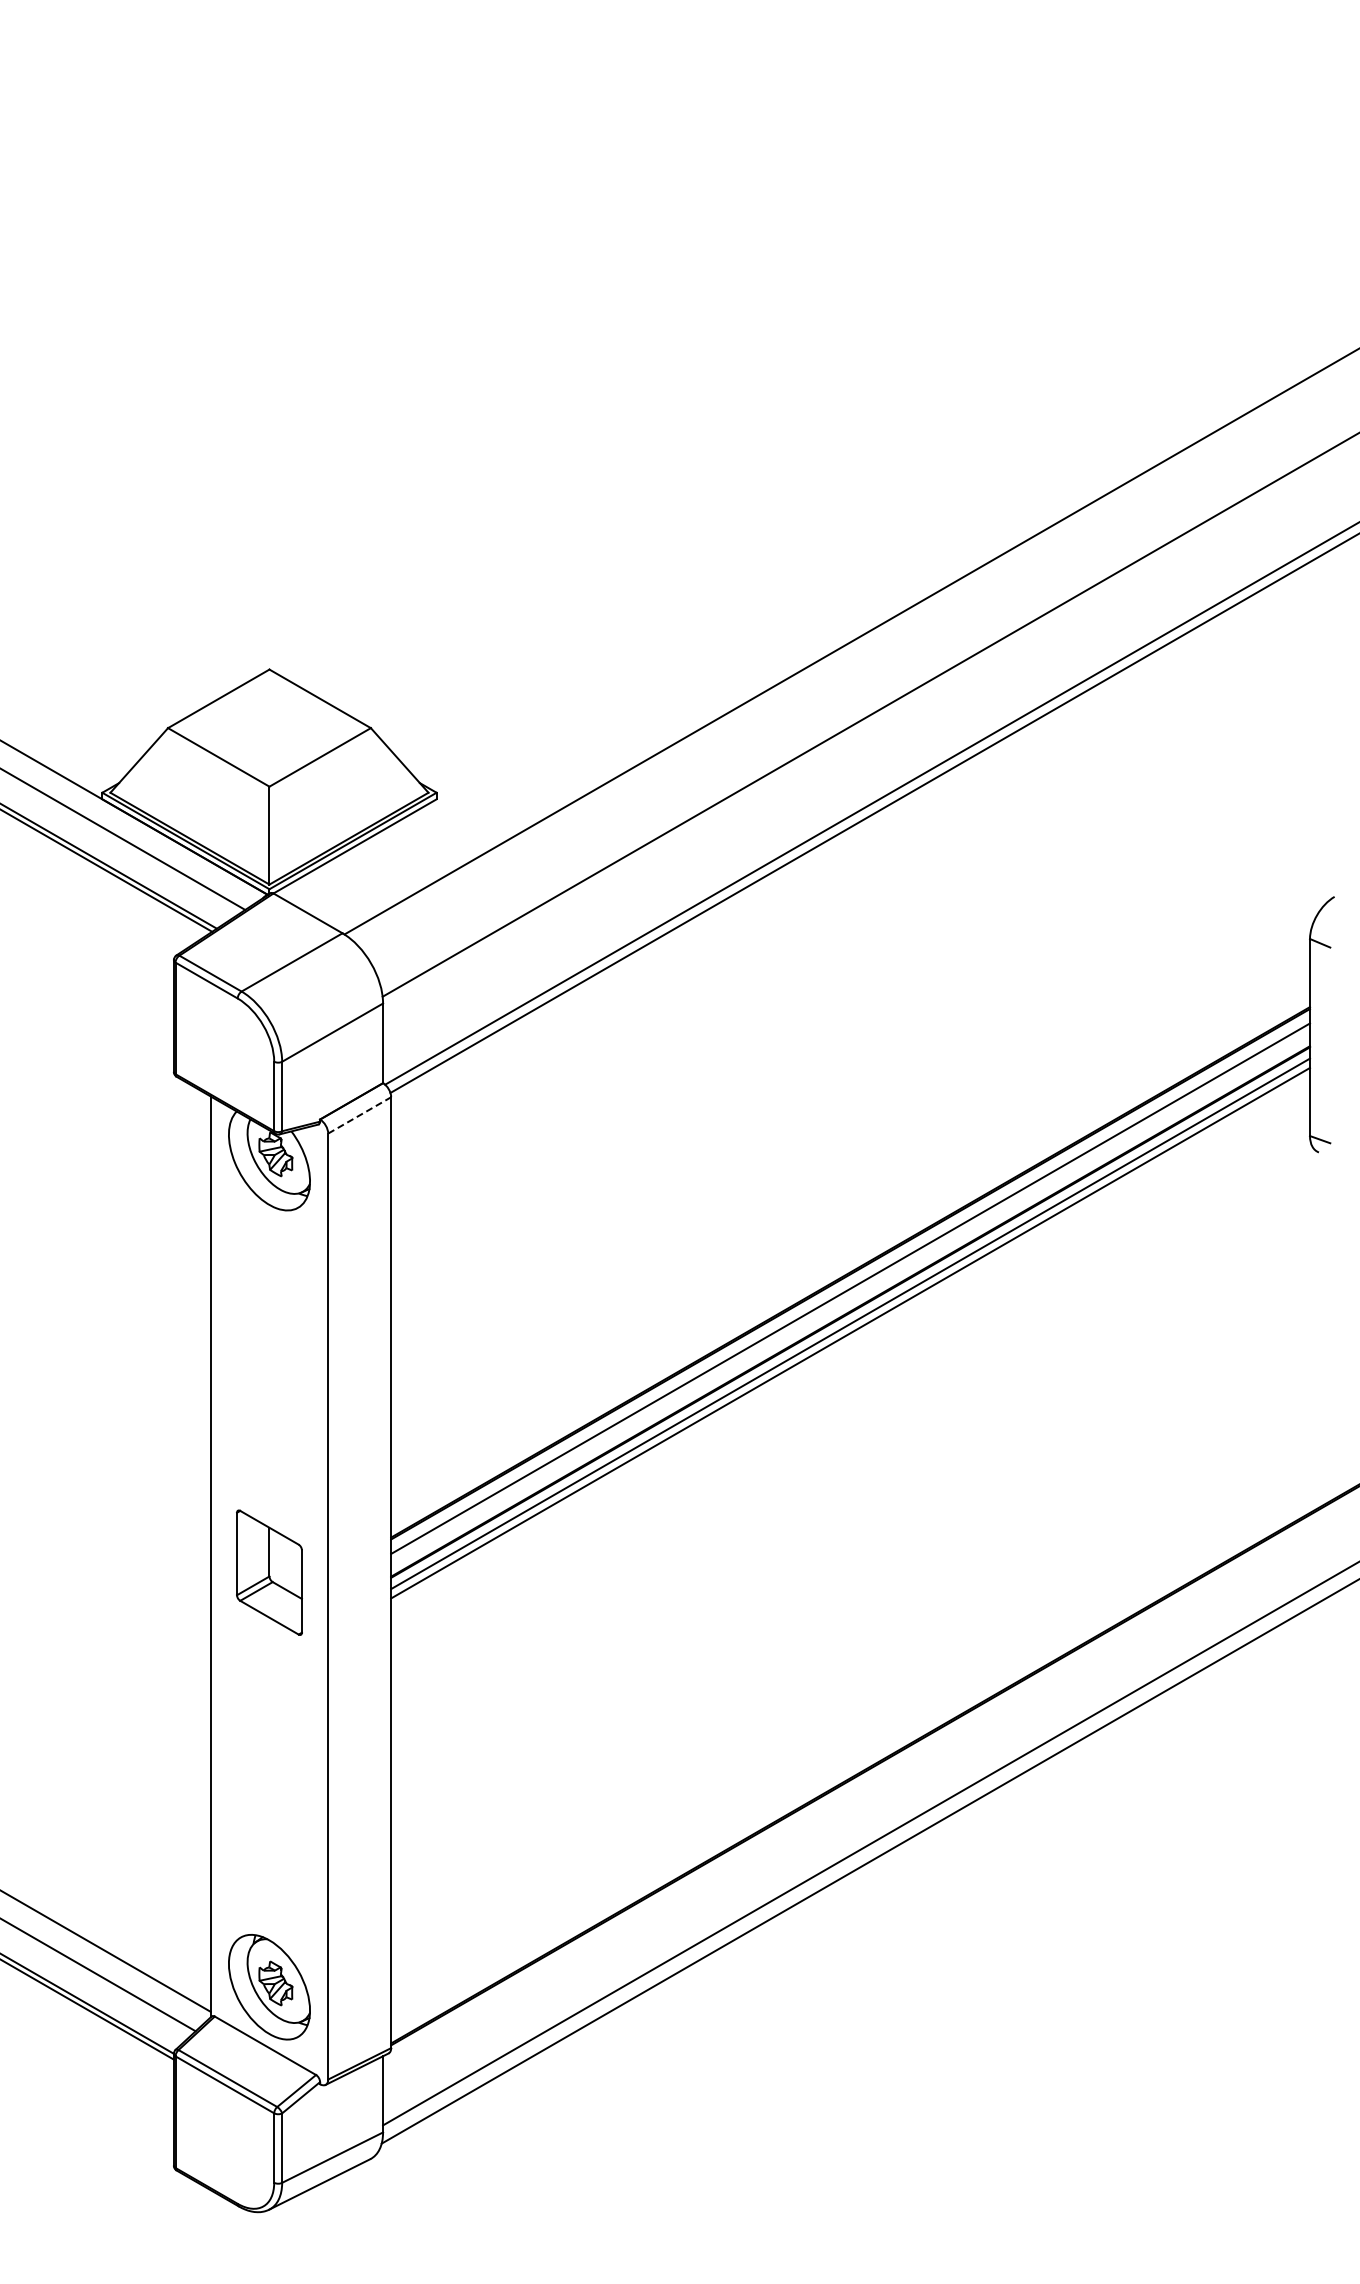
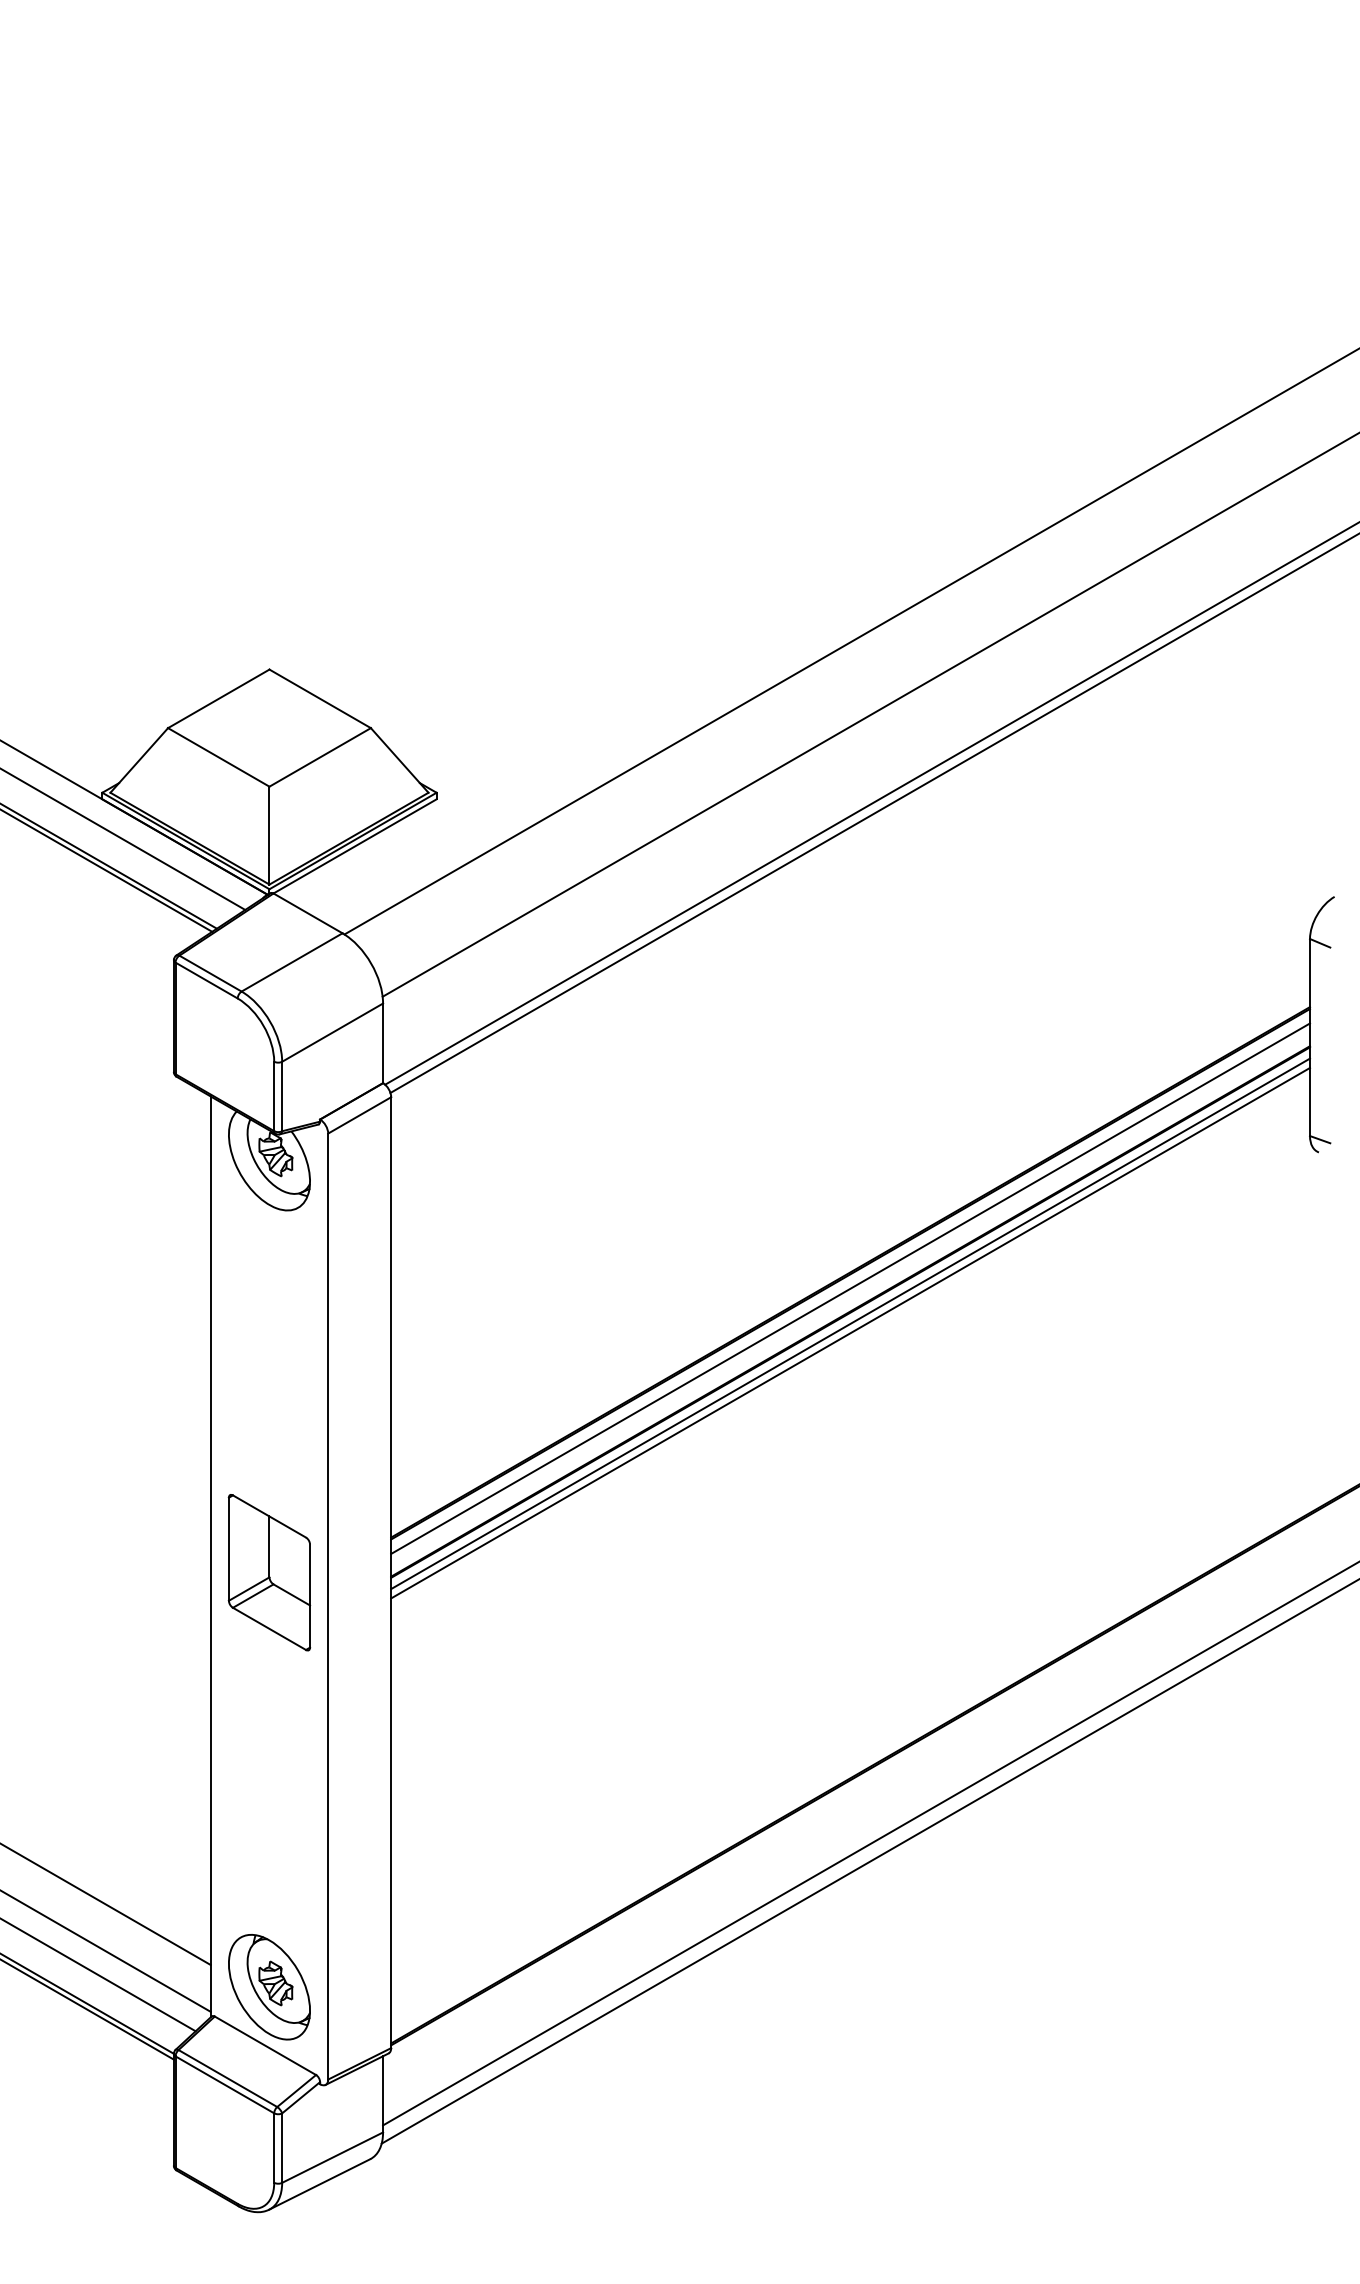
line at (360, 1115): dashed -> solid
part at (269, 1572) size: 67x127 px -> 85x158 px
line at (106, 1904): none -> present
